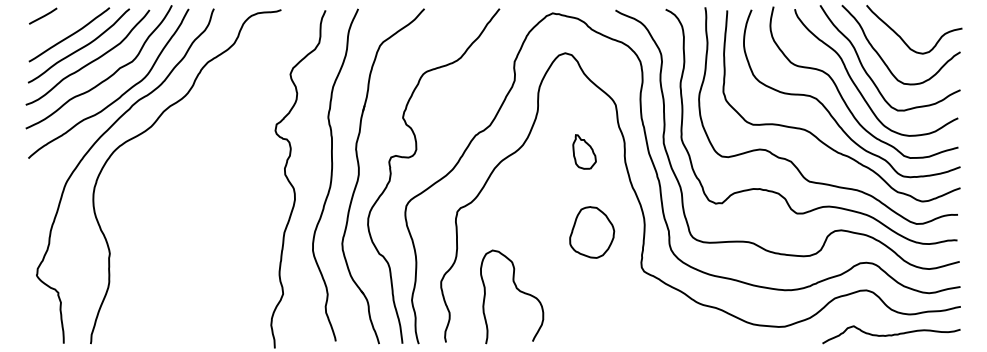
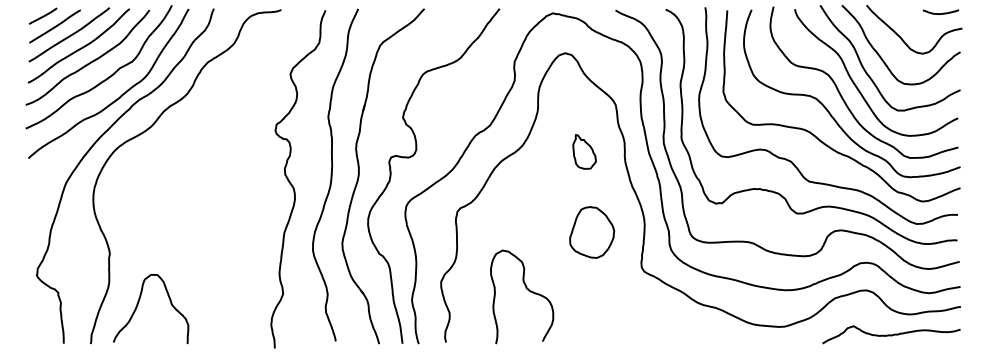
curve at (940, 13): none -> present
line at (54, 26): none -> present
curve at (517, 290) position: (517, 290) -> (527, 290)
curve at (138, 305): none -> present
